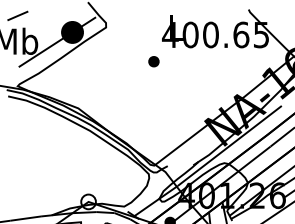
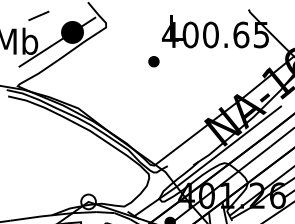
line at (17, 15) position: (17, 15) -> (38, 15)
